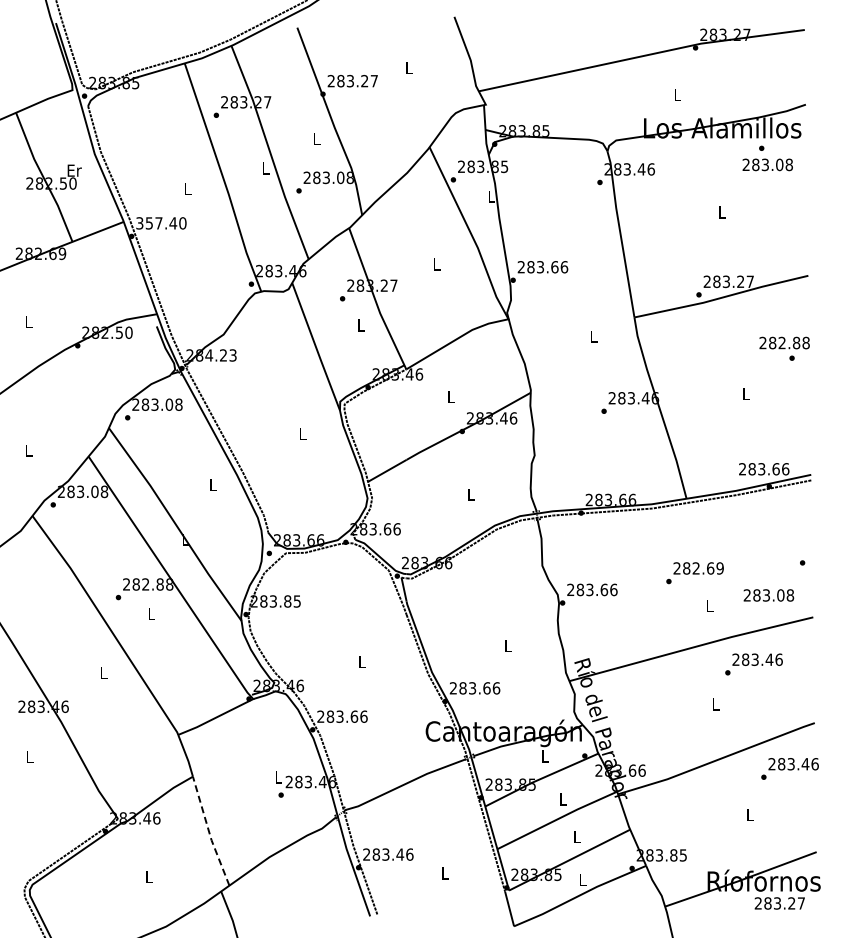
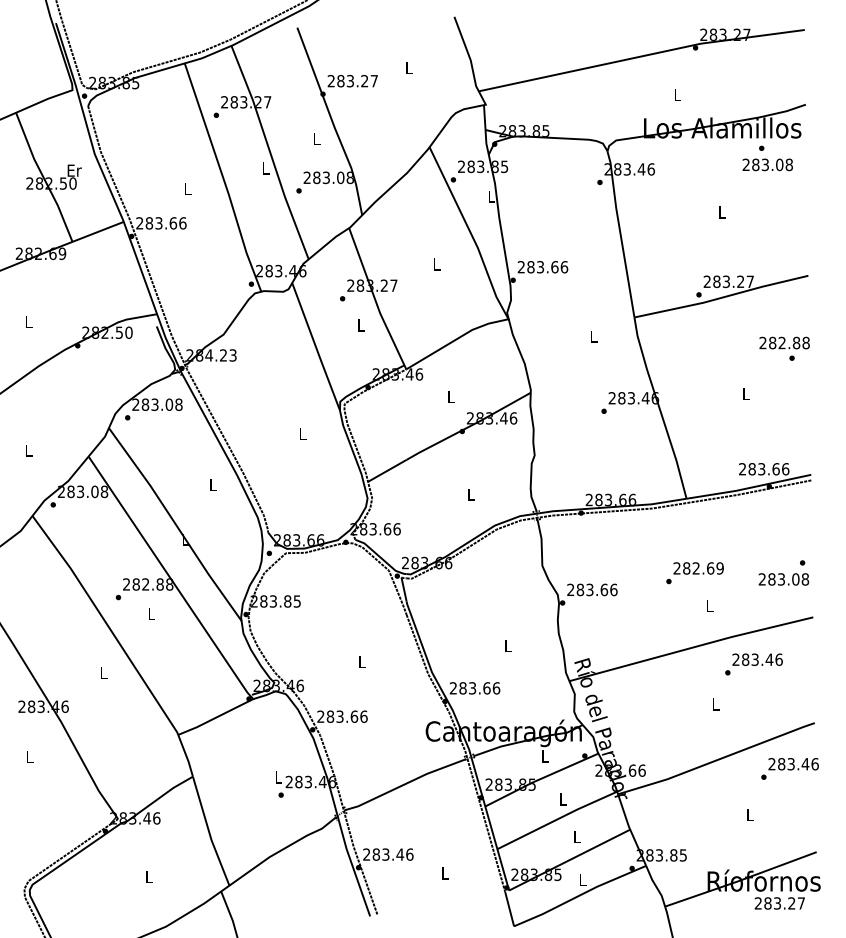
text at (161, 223): 357.40 -> 283.66
text at (768, 595) position: (768, 595) -> (783, 579)
line at (209, 831): dashed -> solid
